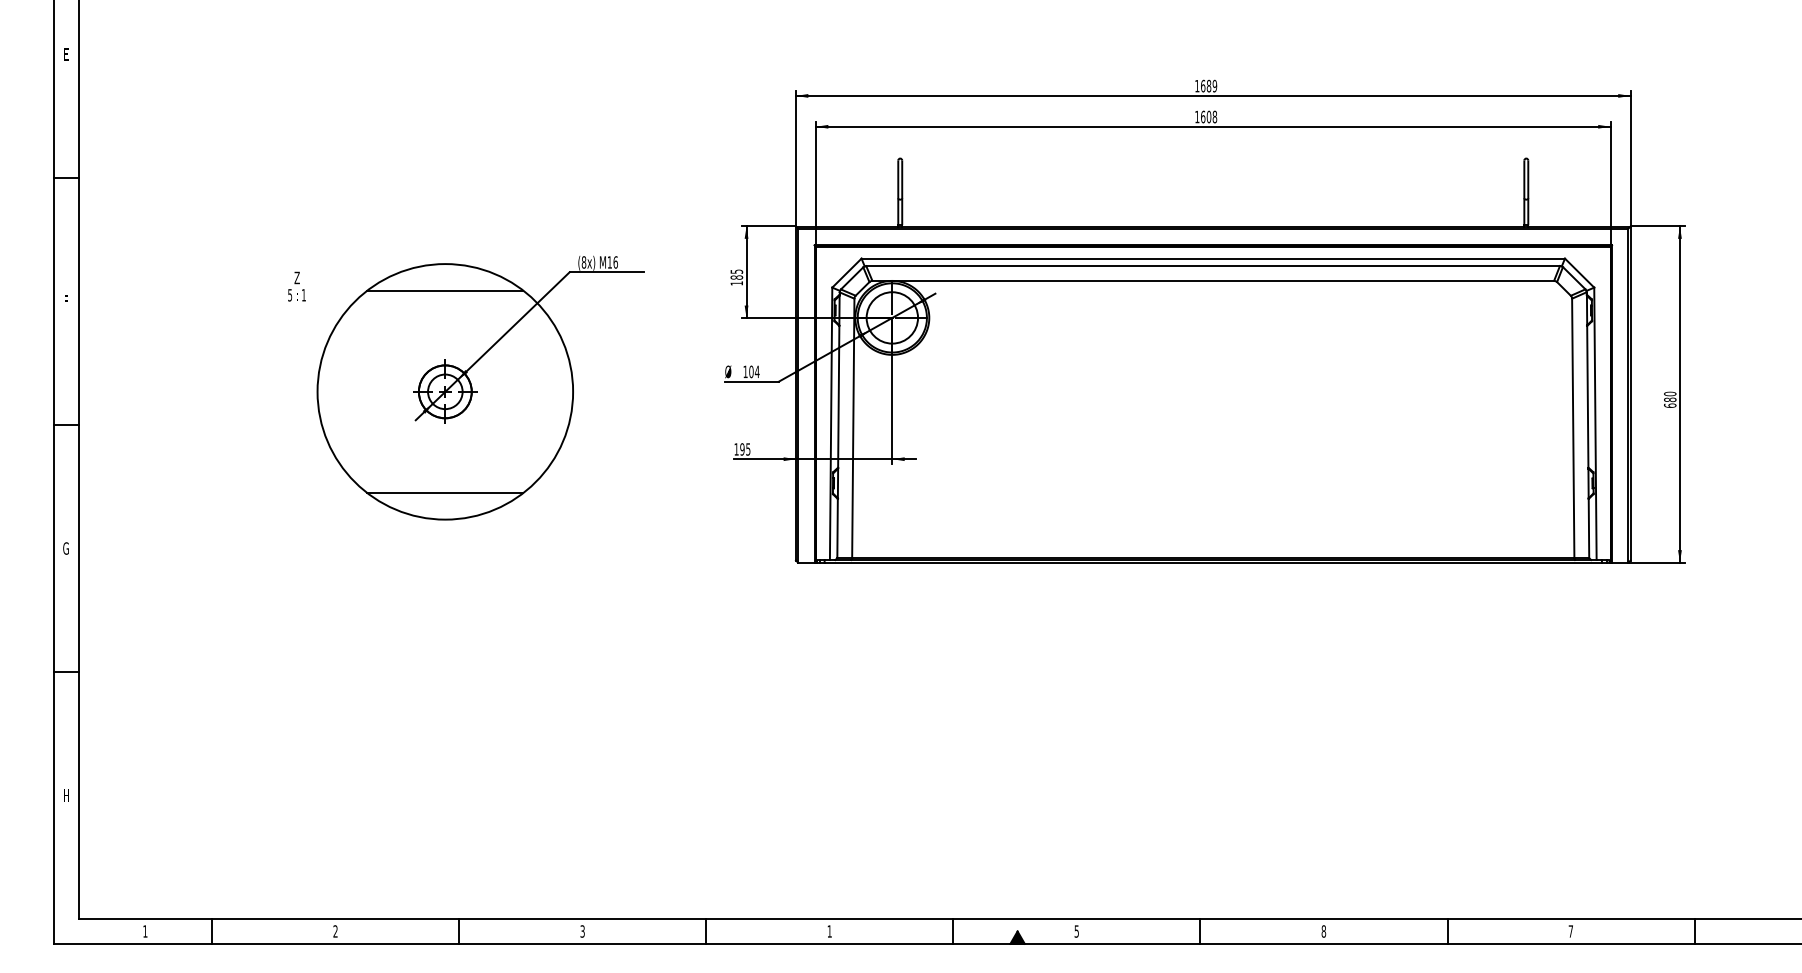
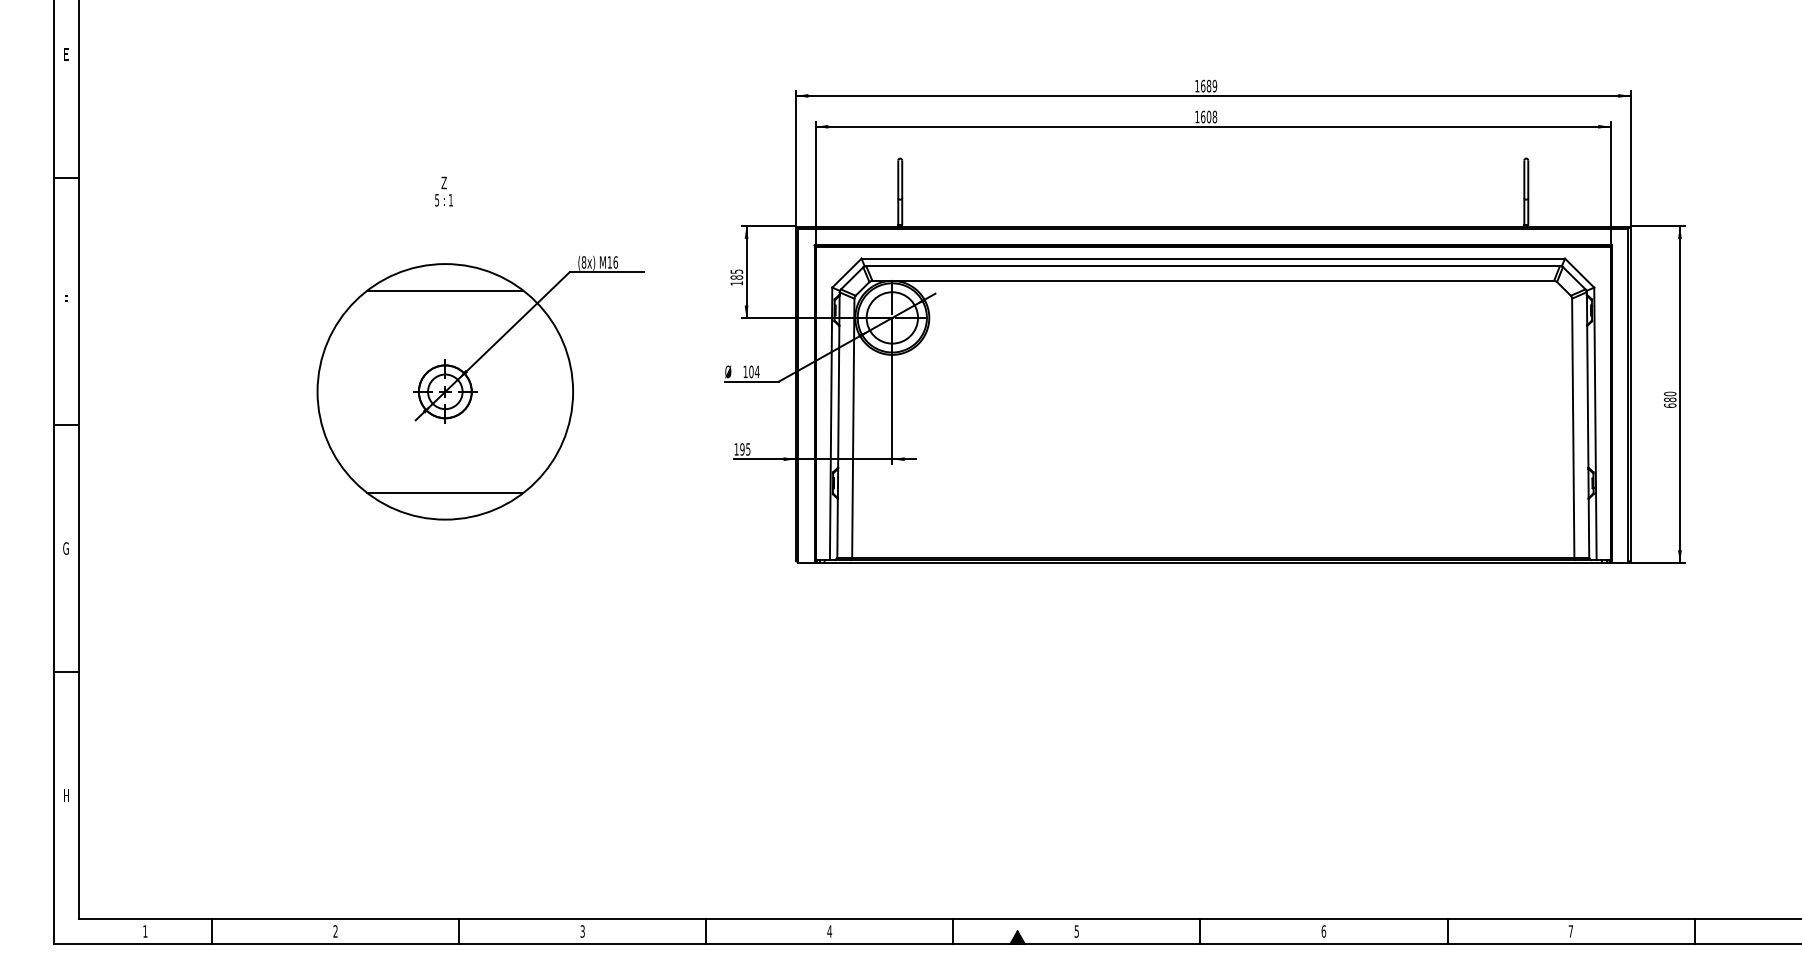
text at (296, 286) position: (296, 286) -> (443, 191)
text at (829, 931): 1 -> 4
text at (1323, 931): 8 -> 6
